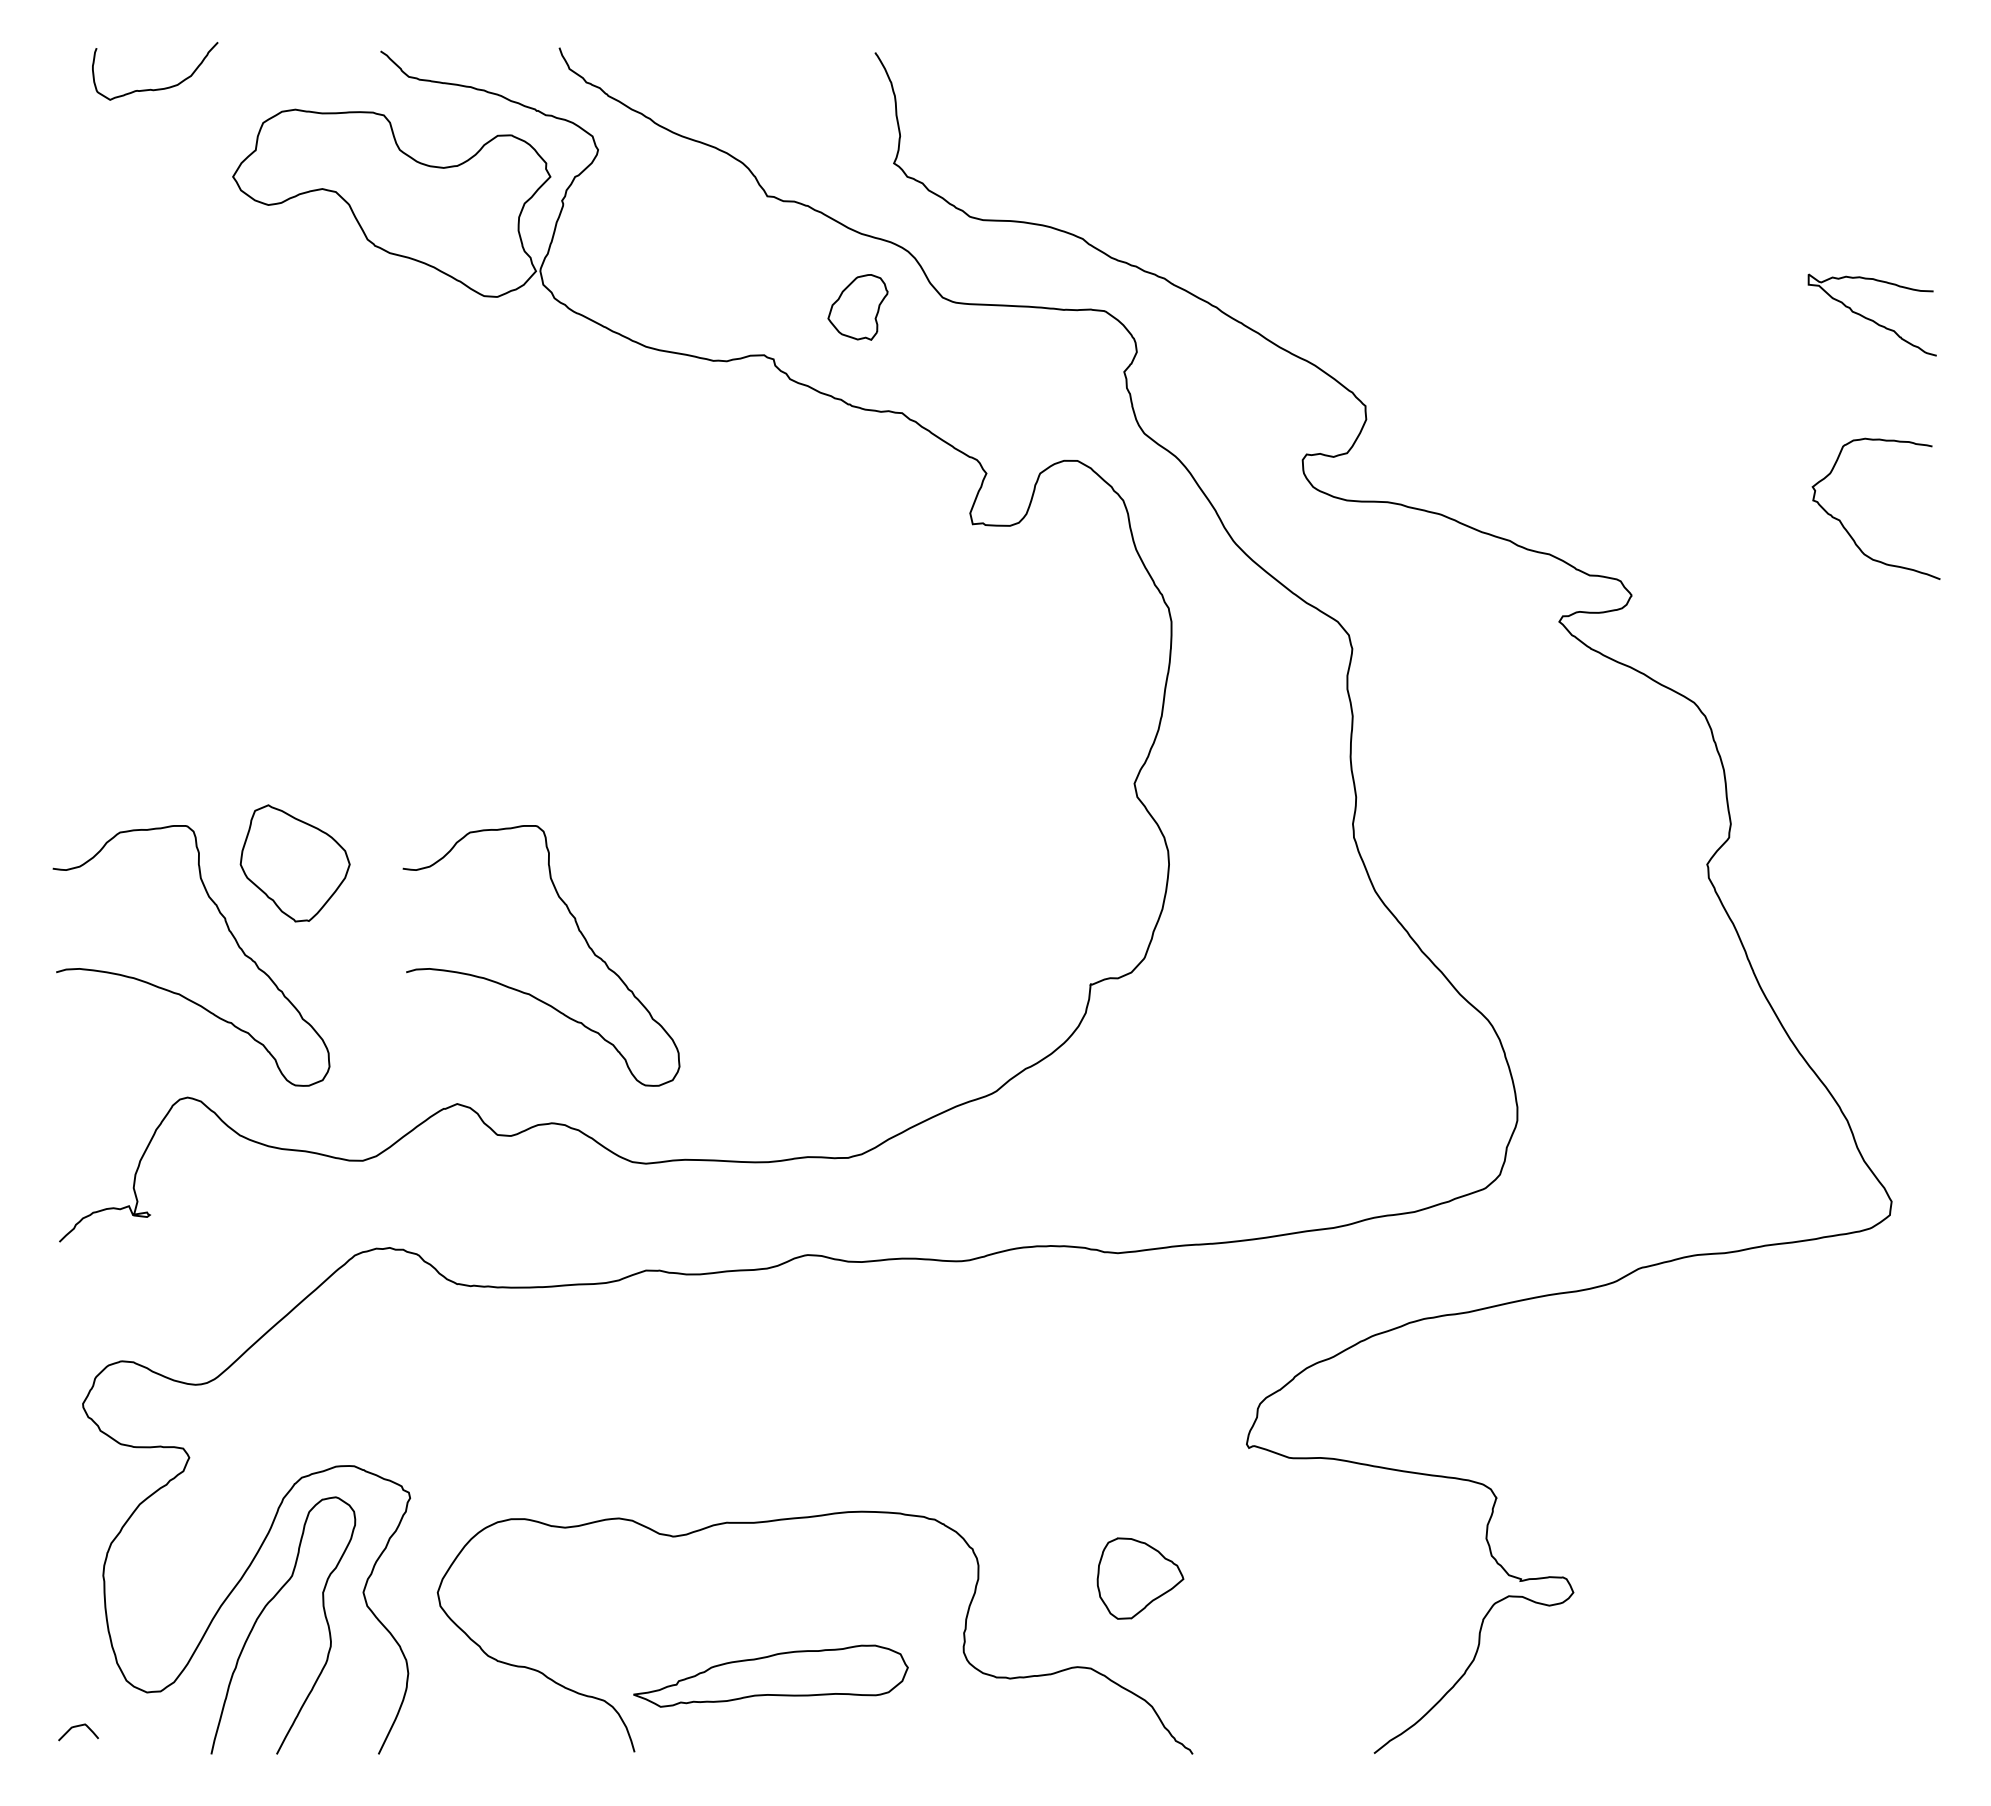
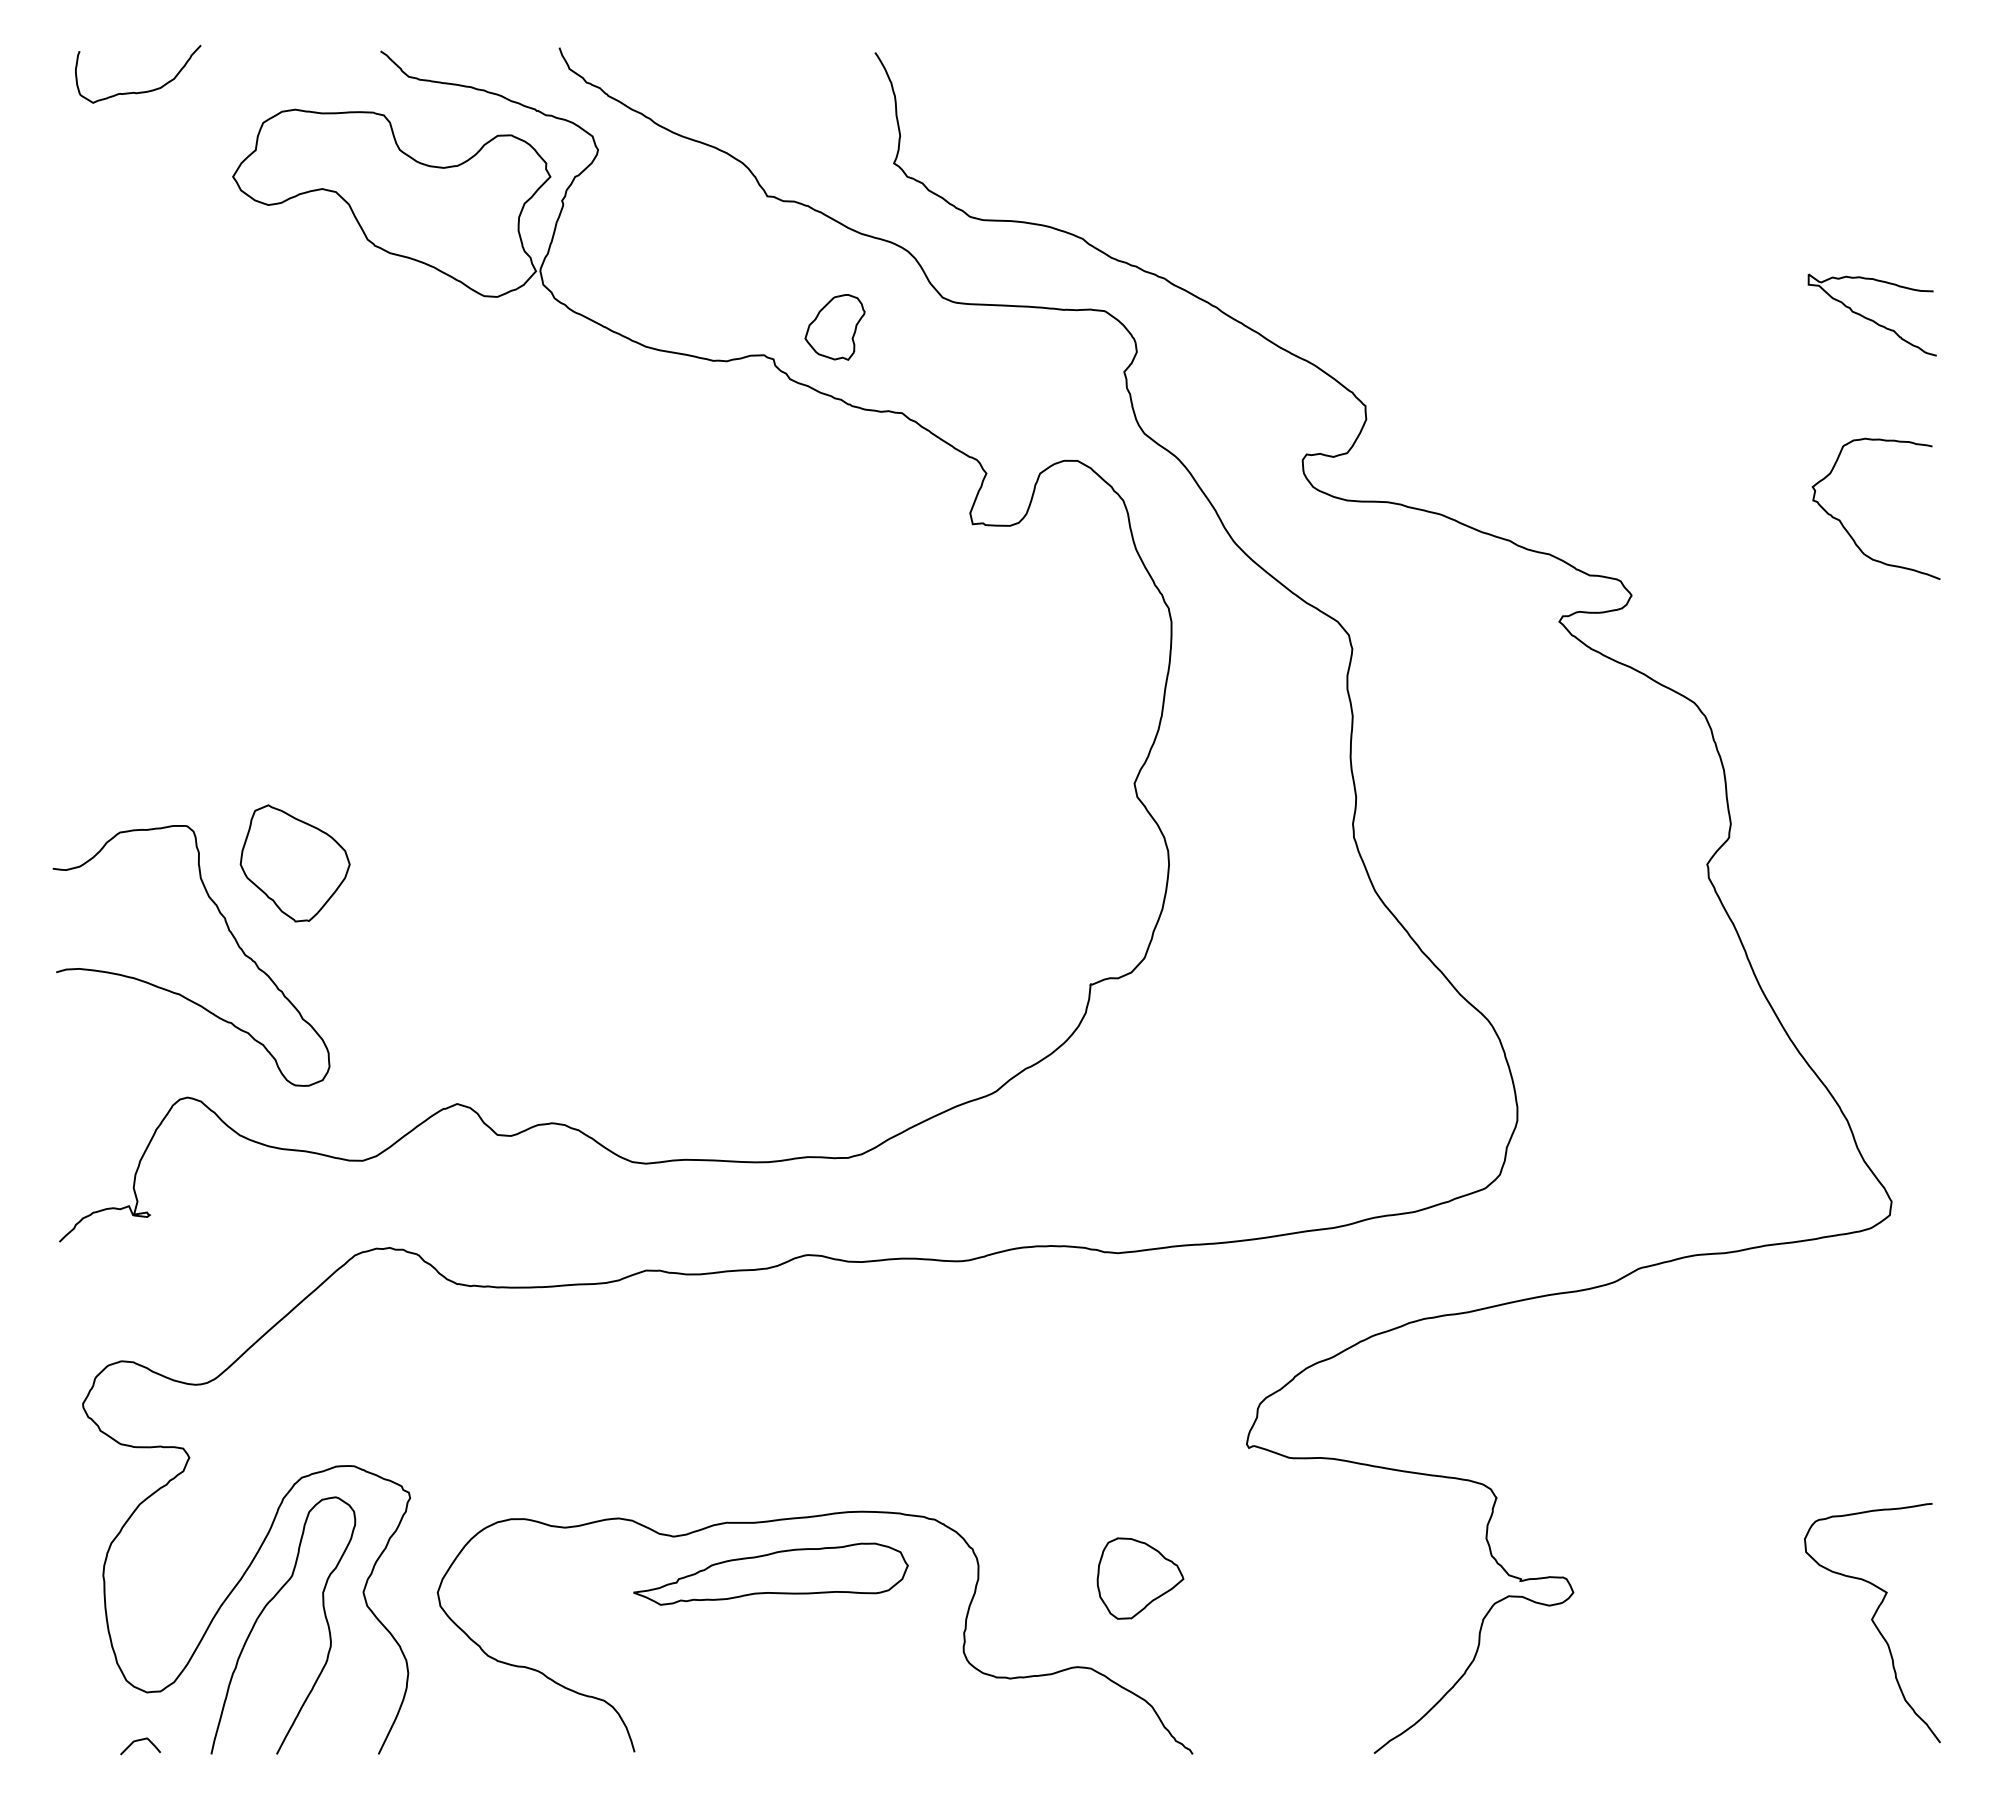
curve at (157, 88) position: (157, 88) -> (140, 91)
part at (857, 307) position: (857, 307) -> (834, 327)
curve at (527, 992): present -> none
curve at (1872, 1622): none -> present
part at (770, 1675) position: (770, 1675) -> (770, 1573)
curve at (76, 1727) position: (76, 1727) -> (138, 1741)
